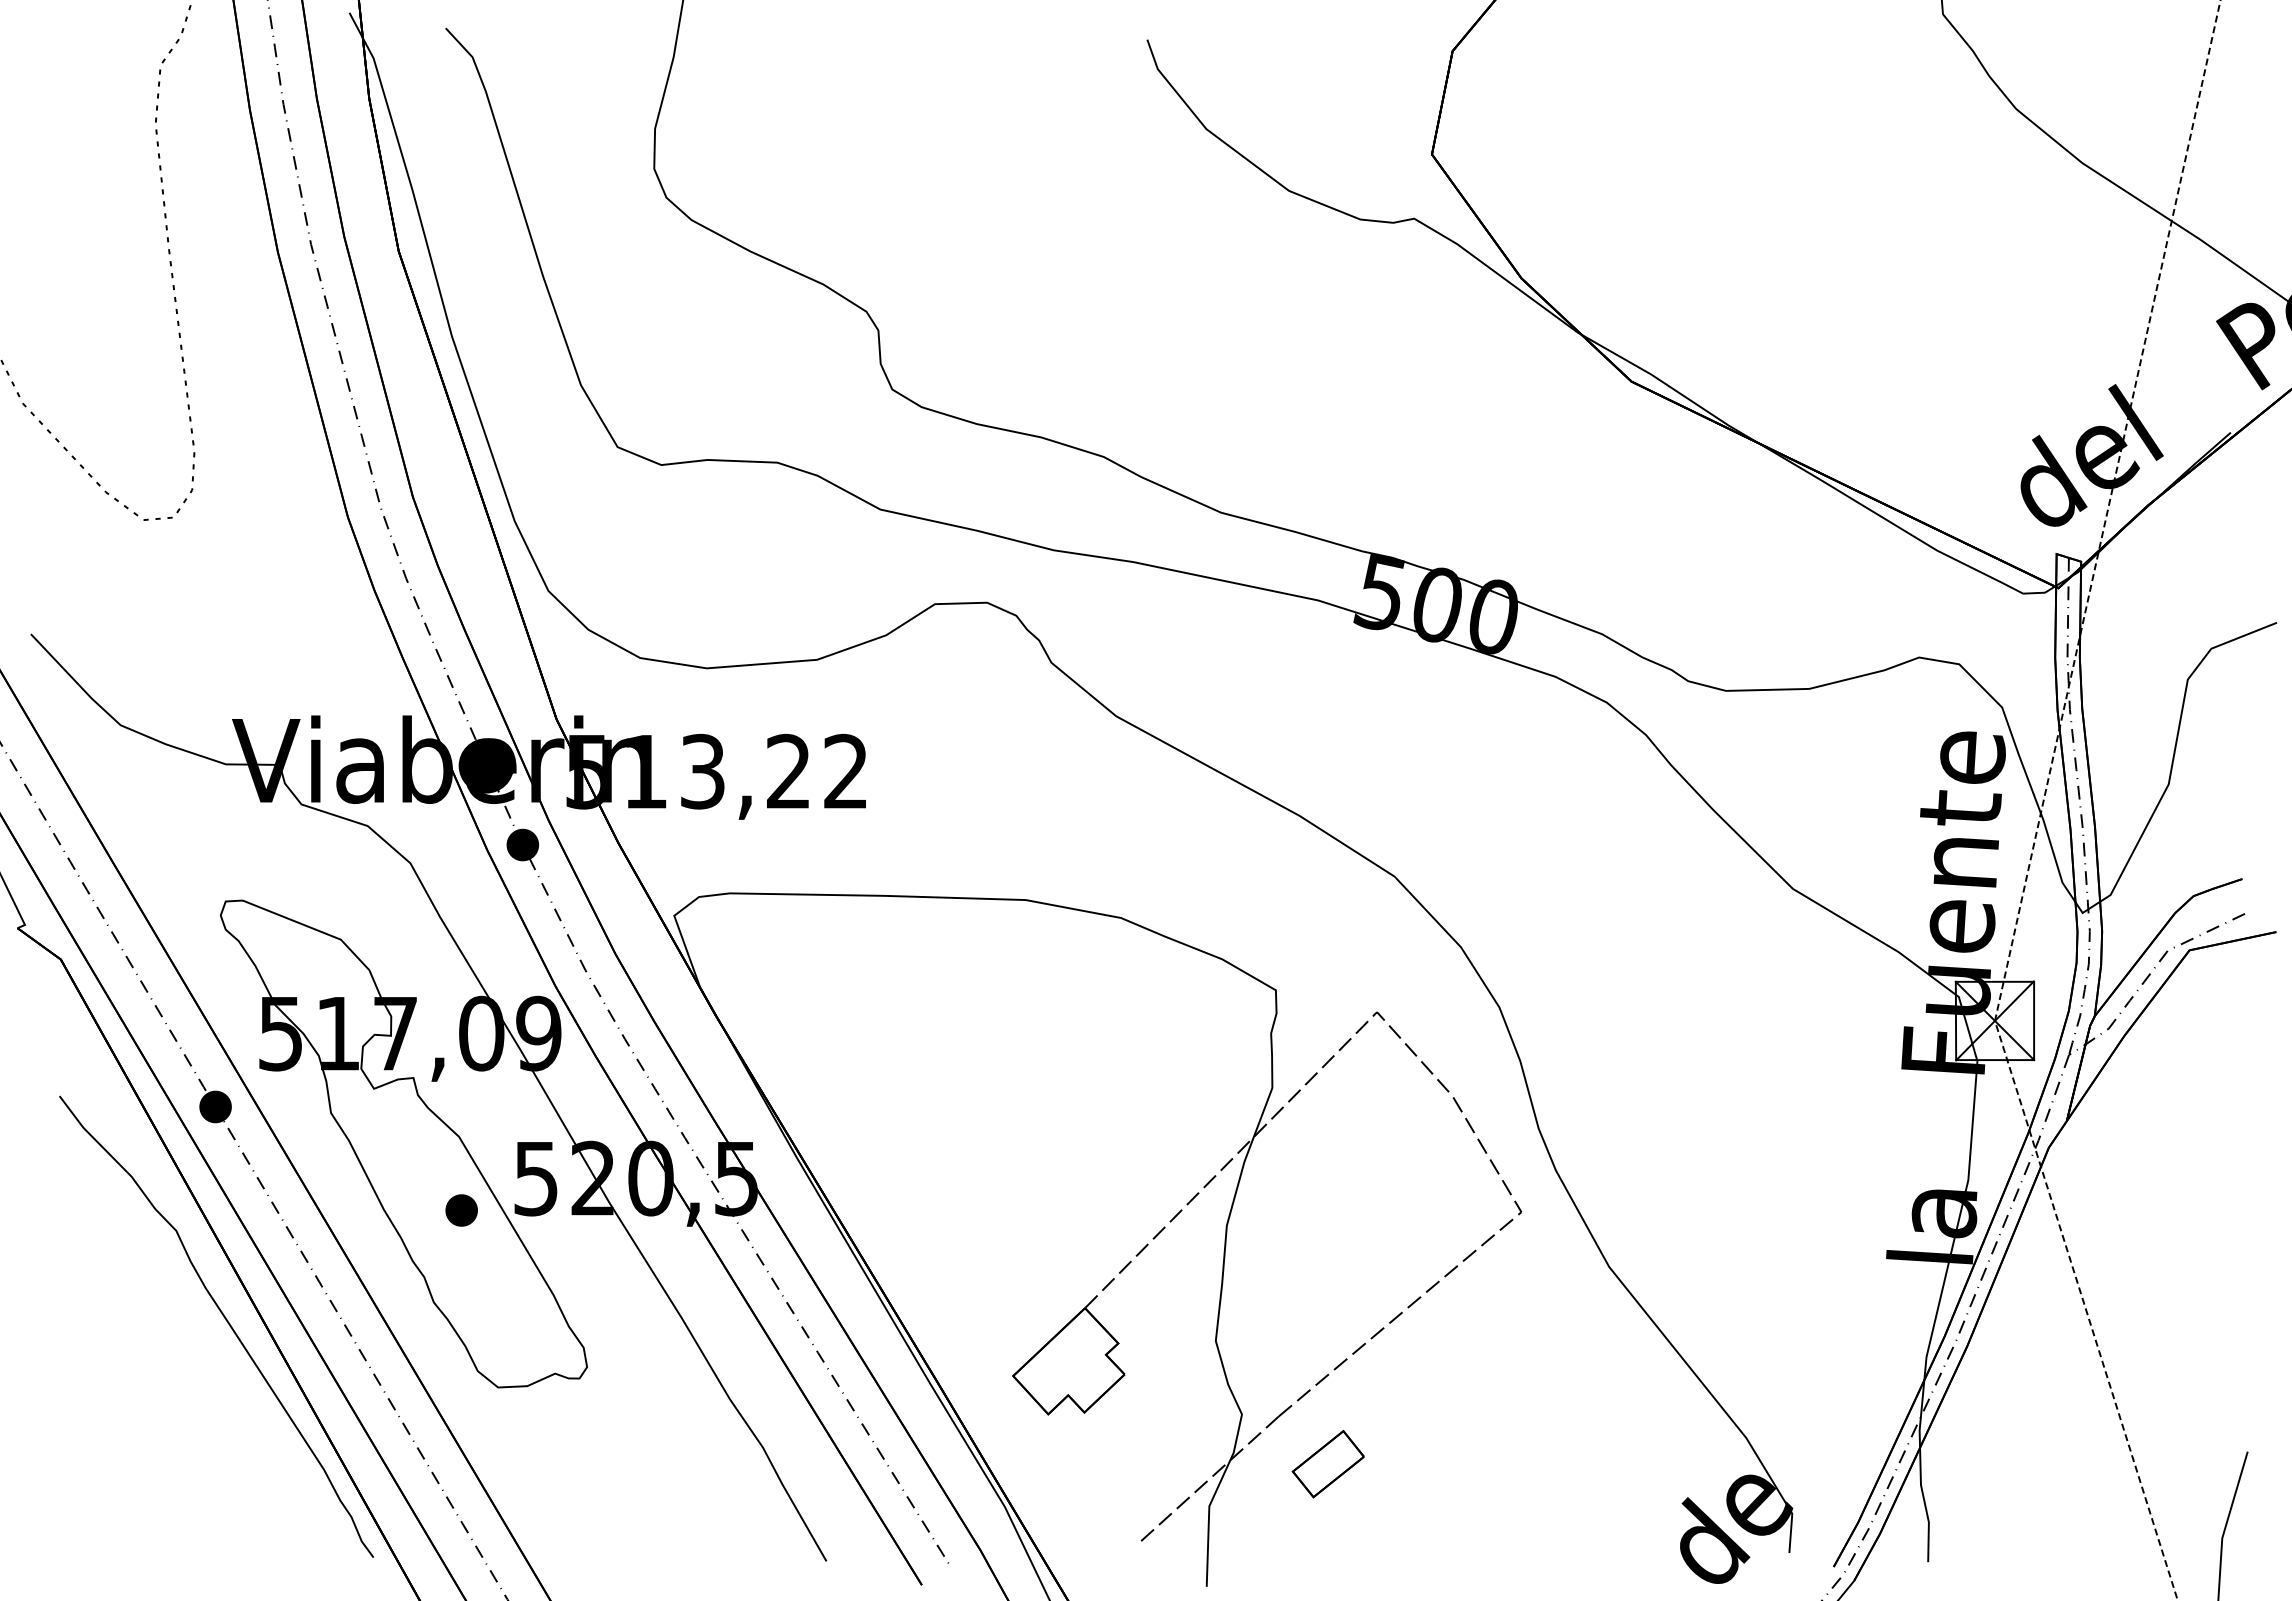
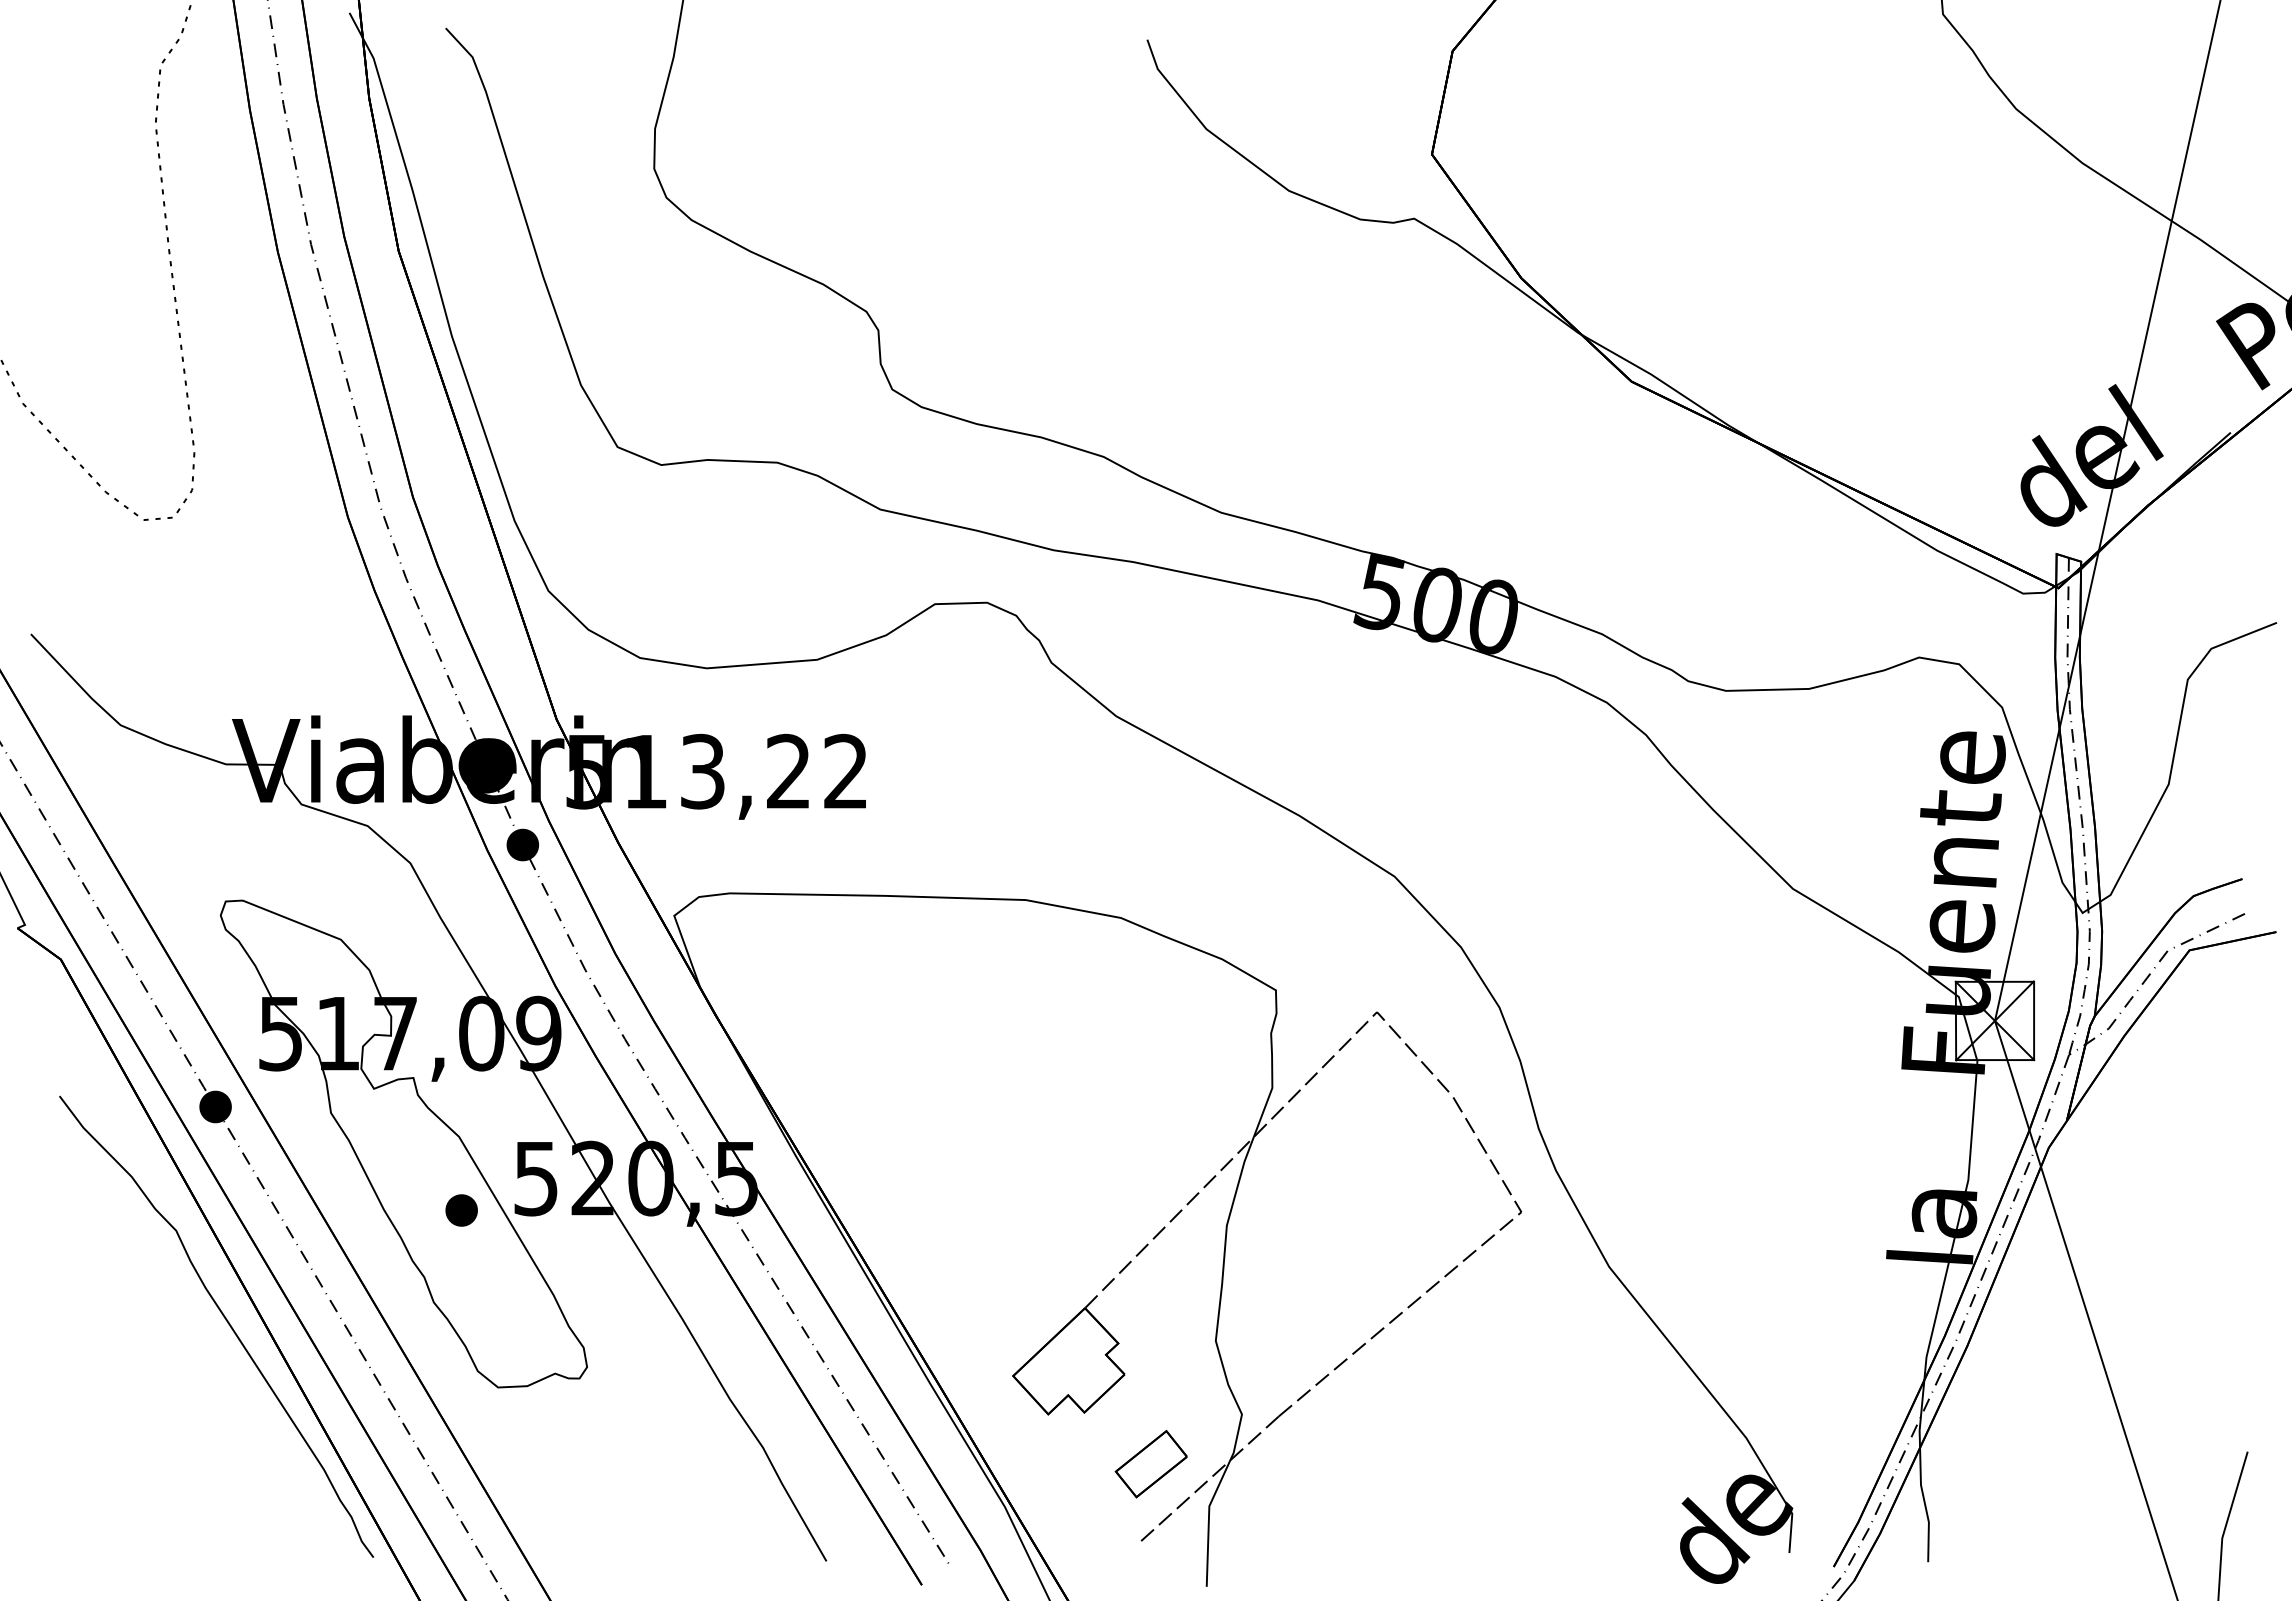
line at (2042, 808): dashed -> solid
part at (1327, 1464) position: (1327, 1464) -> (1150, 1464)
